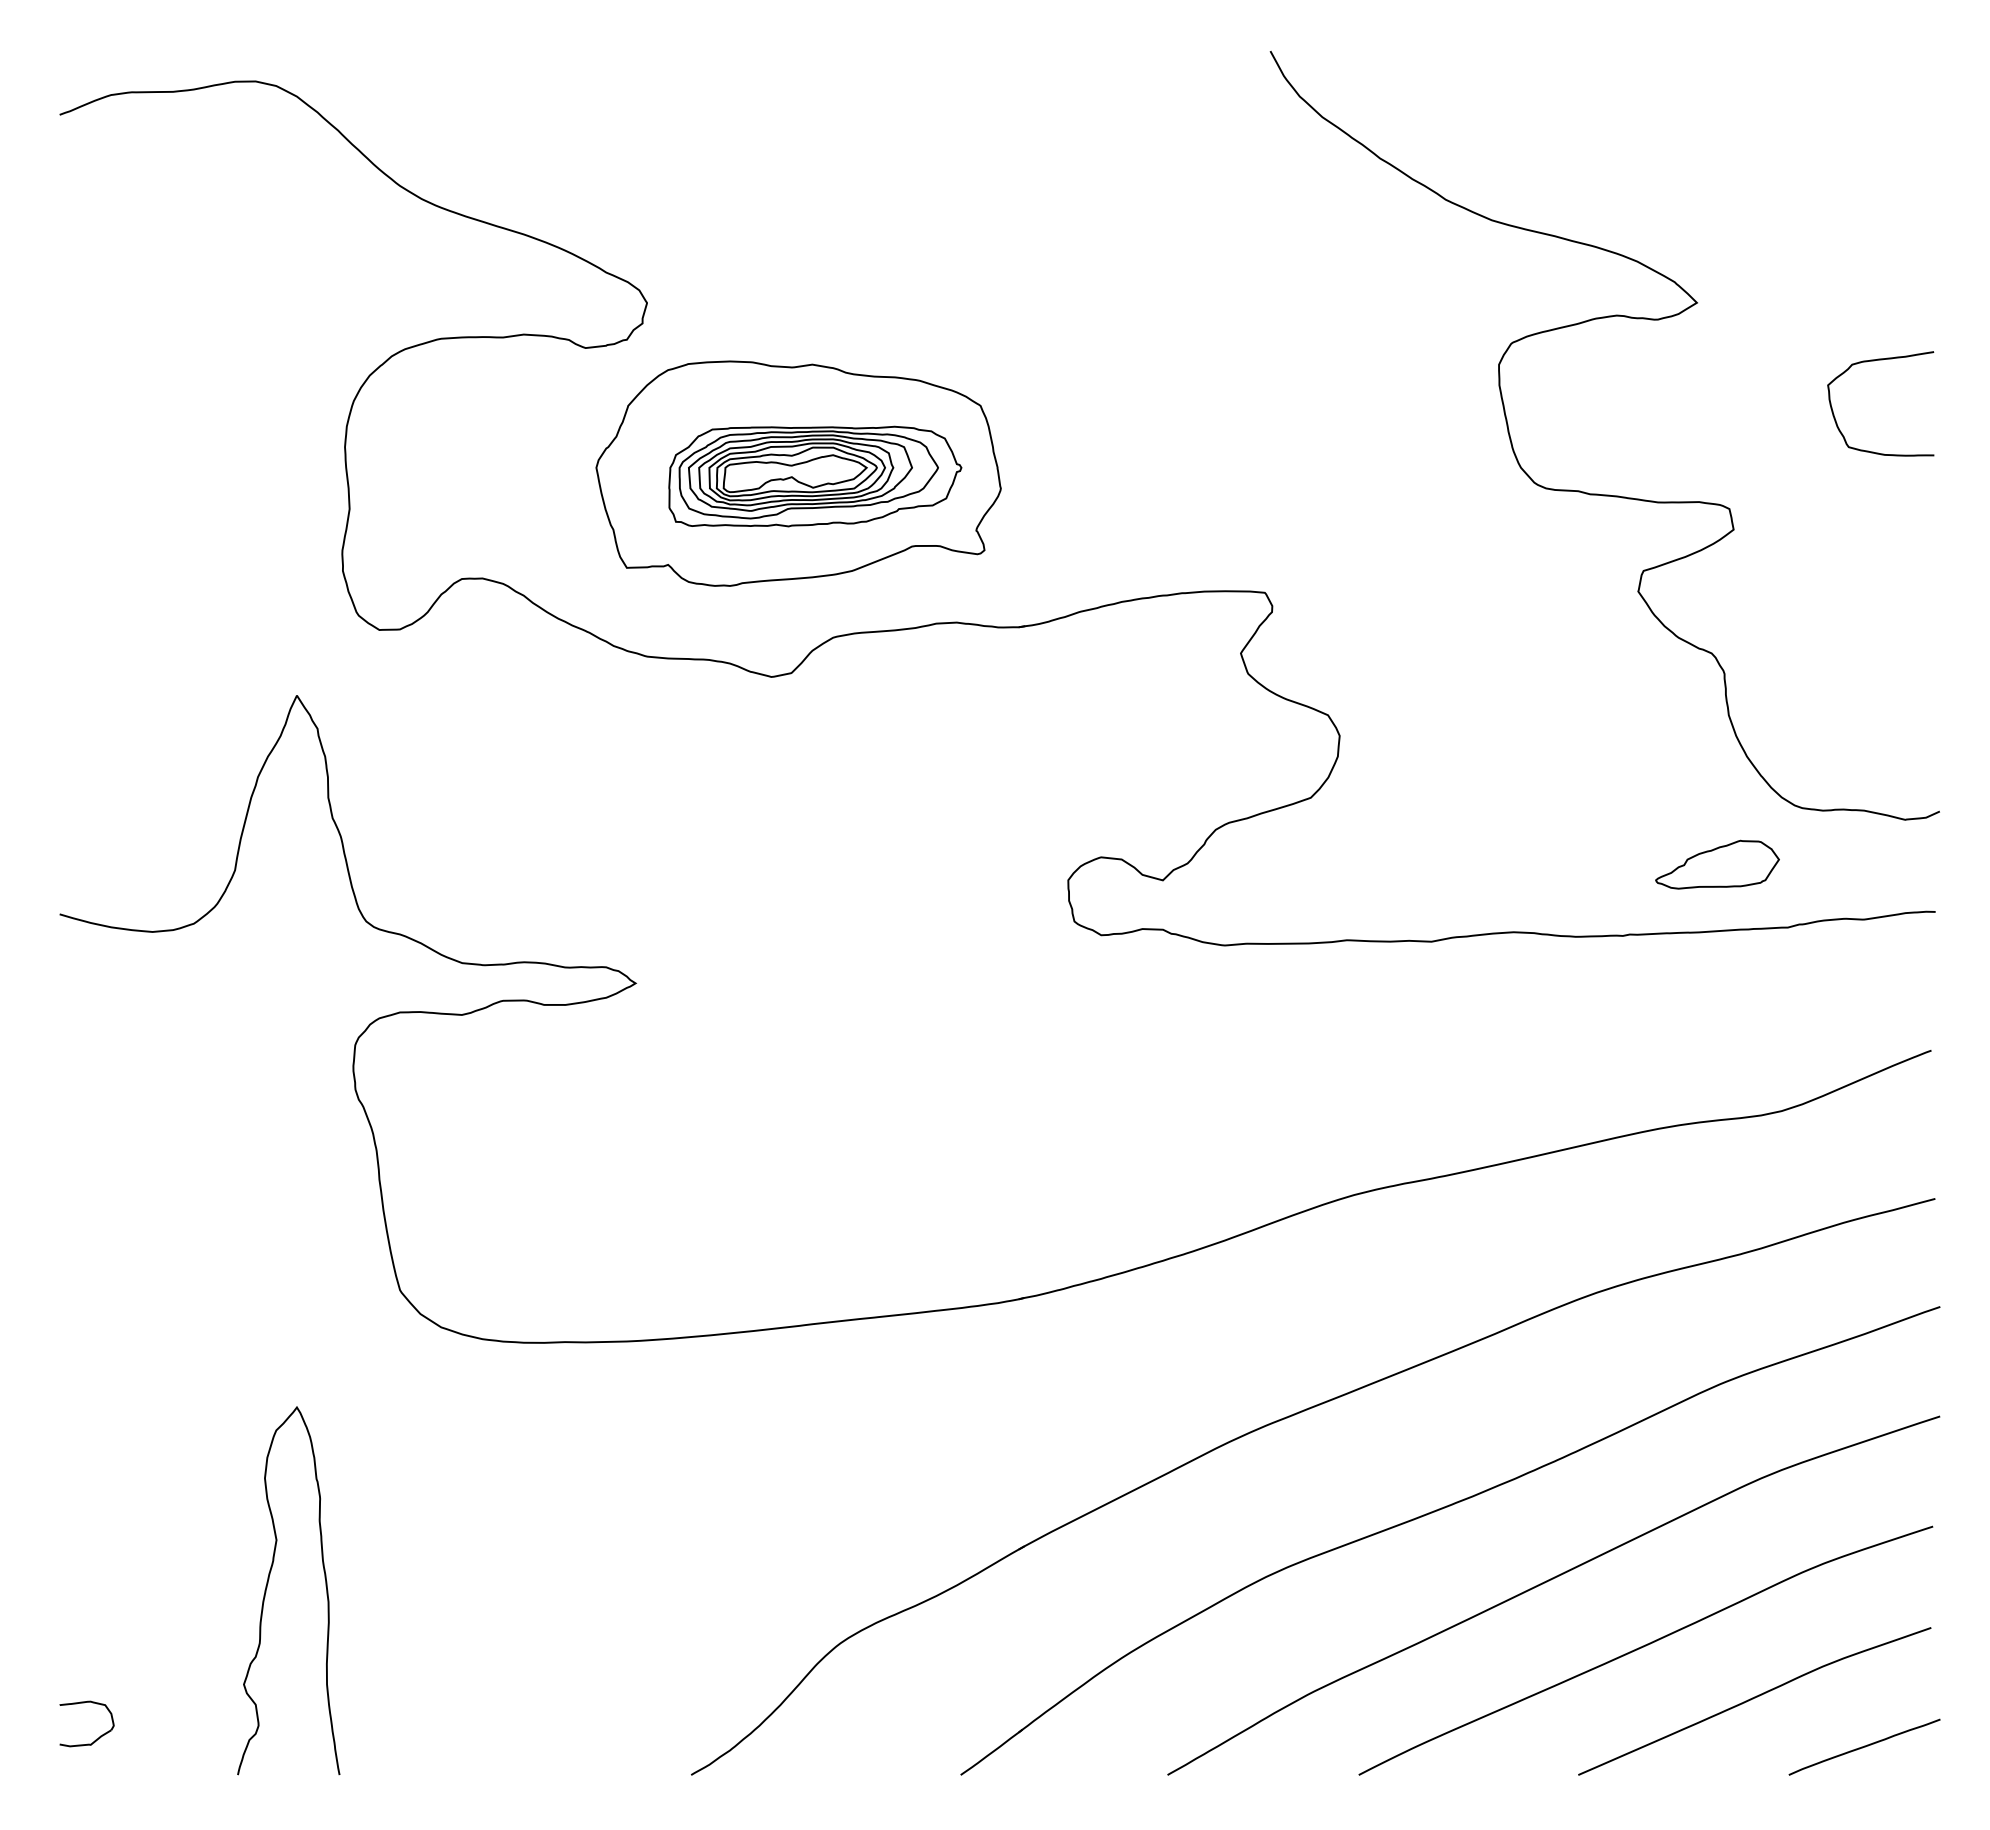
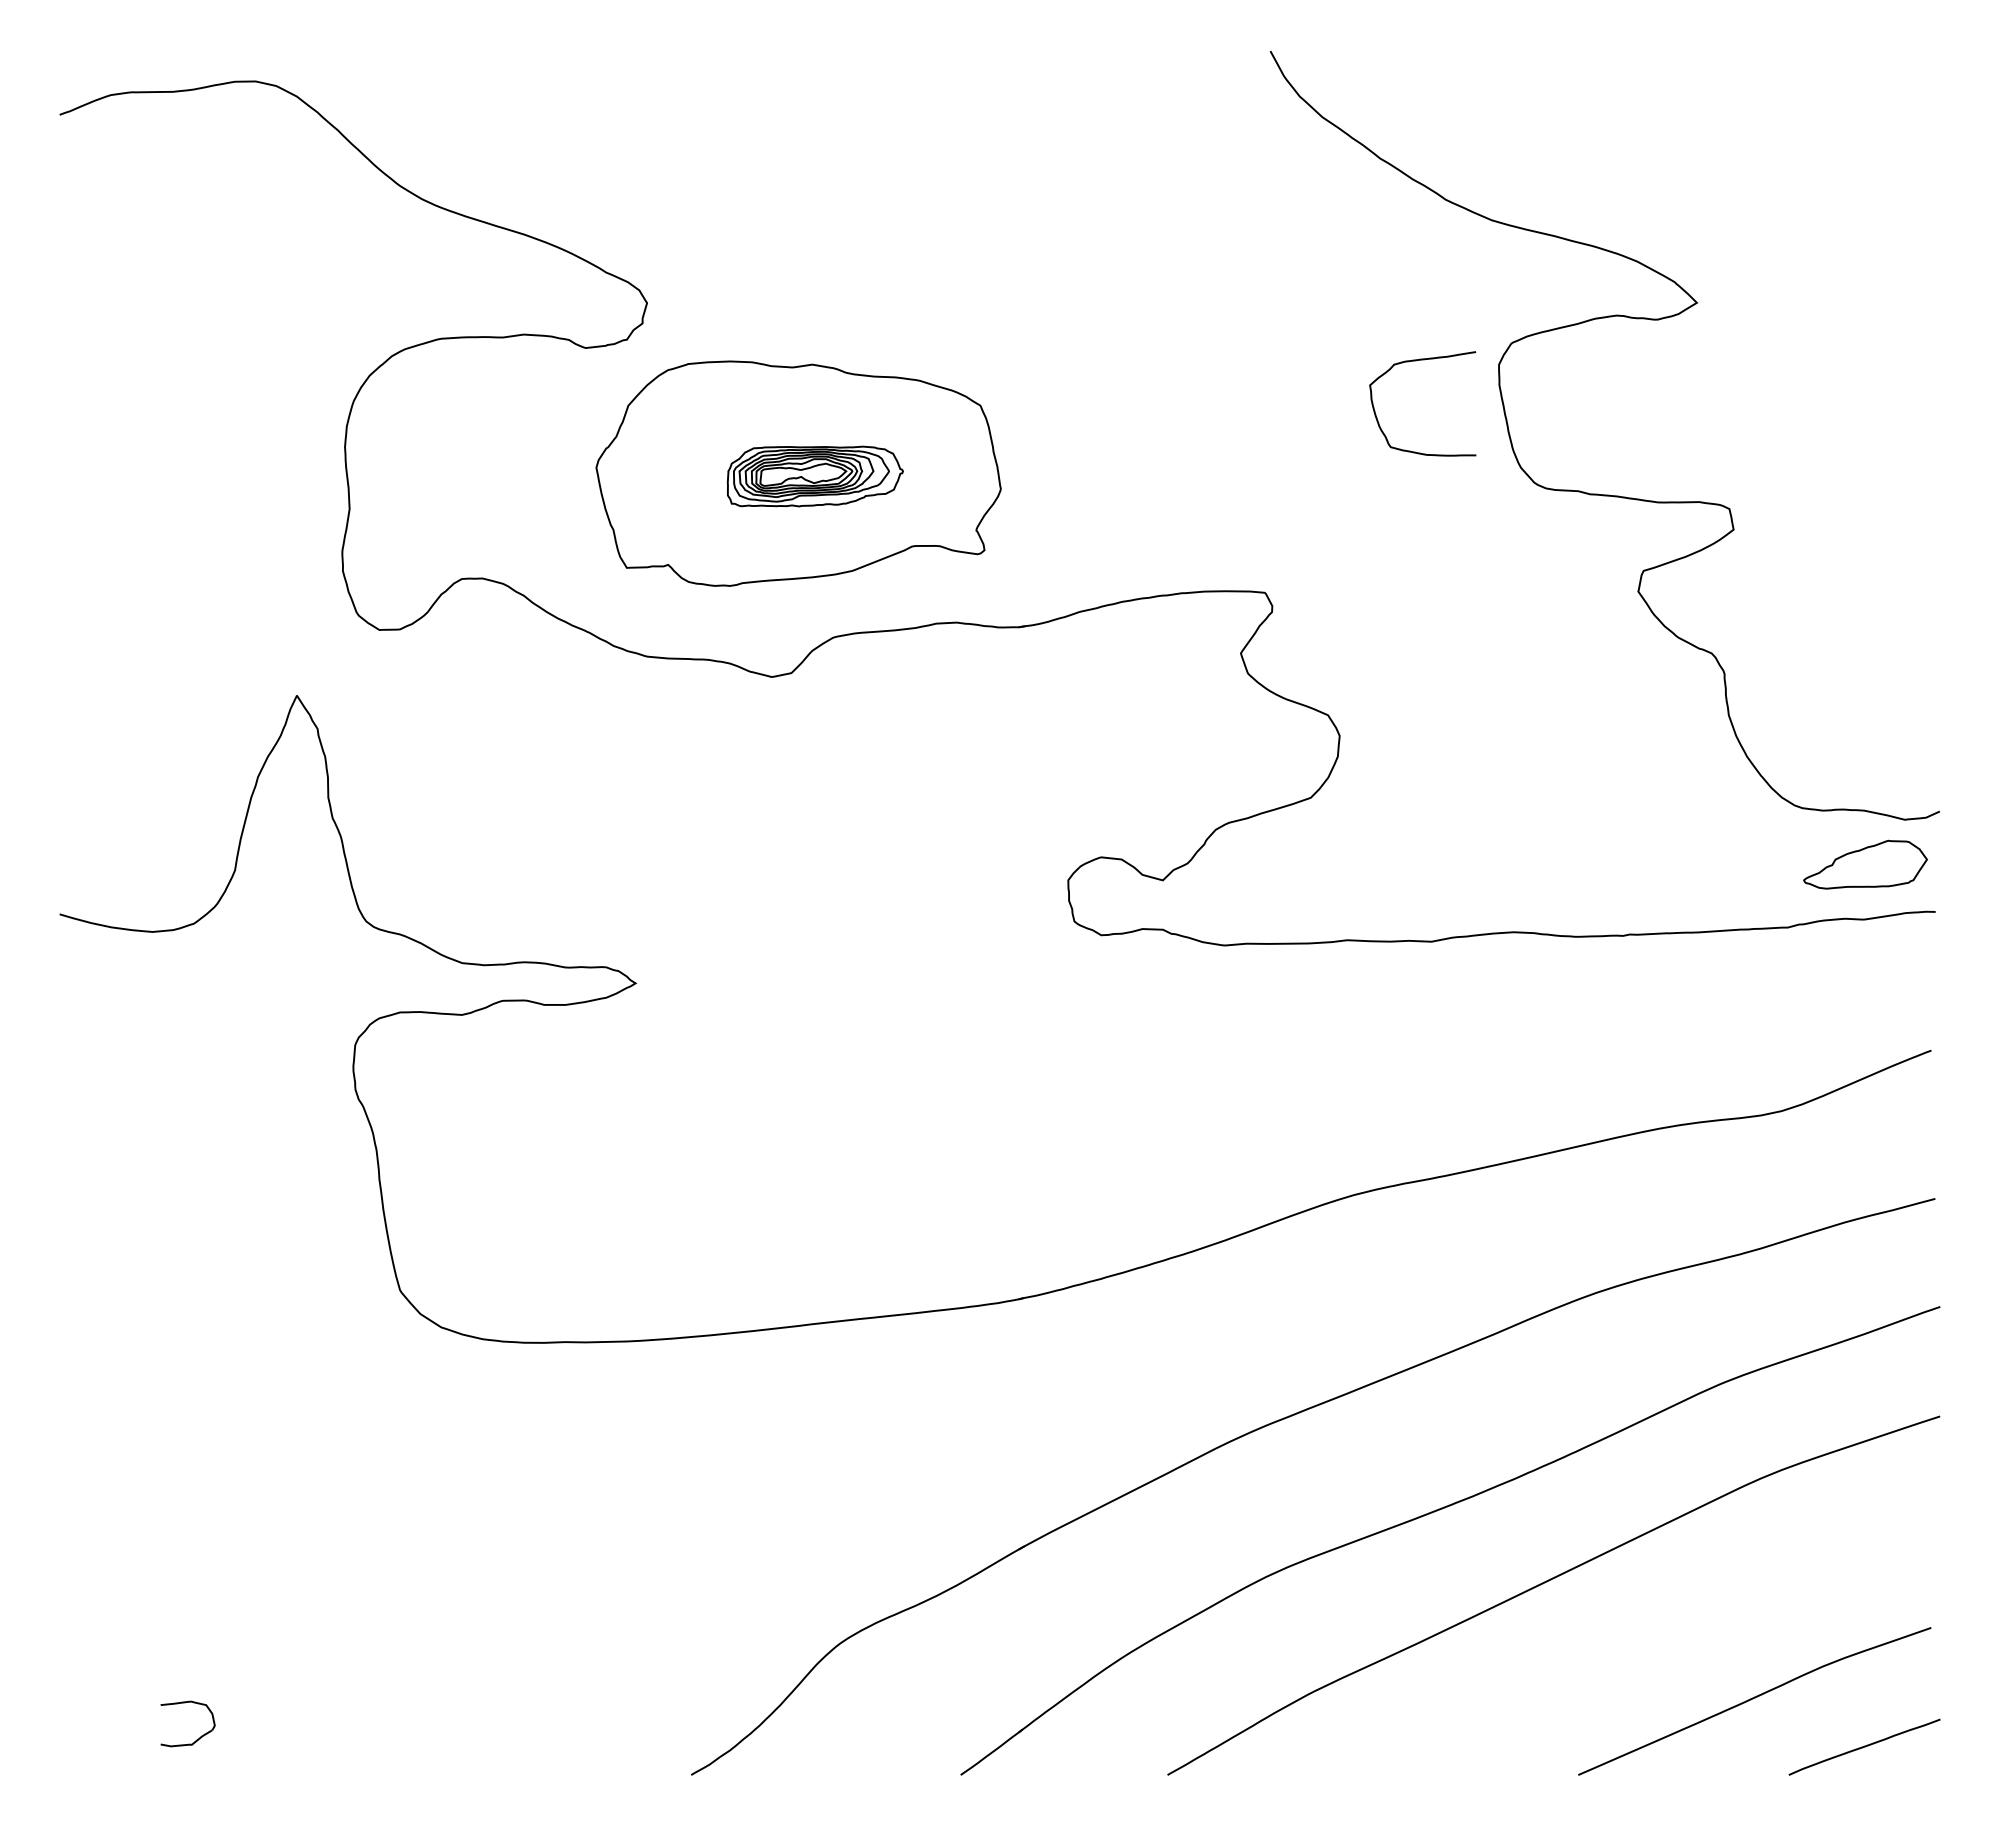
curve at (1874, 361) position: (1874, 361) -> (1416, 361)
part at (815, 476) size: 295x103 px -> 178x63 px
part at (1717, 864) position: (1717, 864) -> (1865, 864)
curve at (267, 1588): present -> none
curve at (1643, 1647): present -> none
part at (95, 1739) position: (95, 1739) -> (196, 1739)
